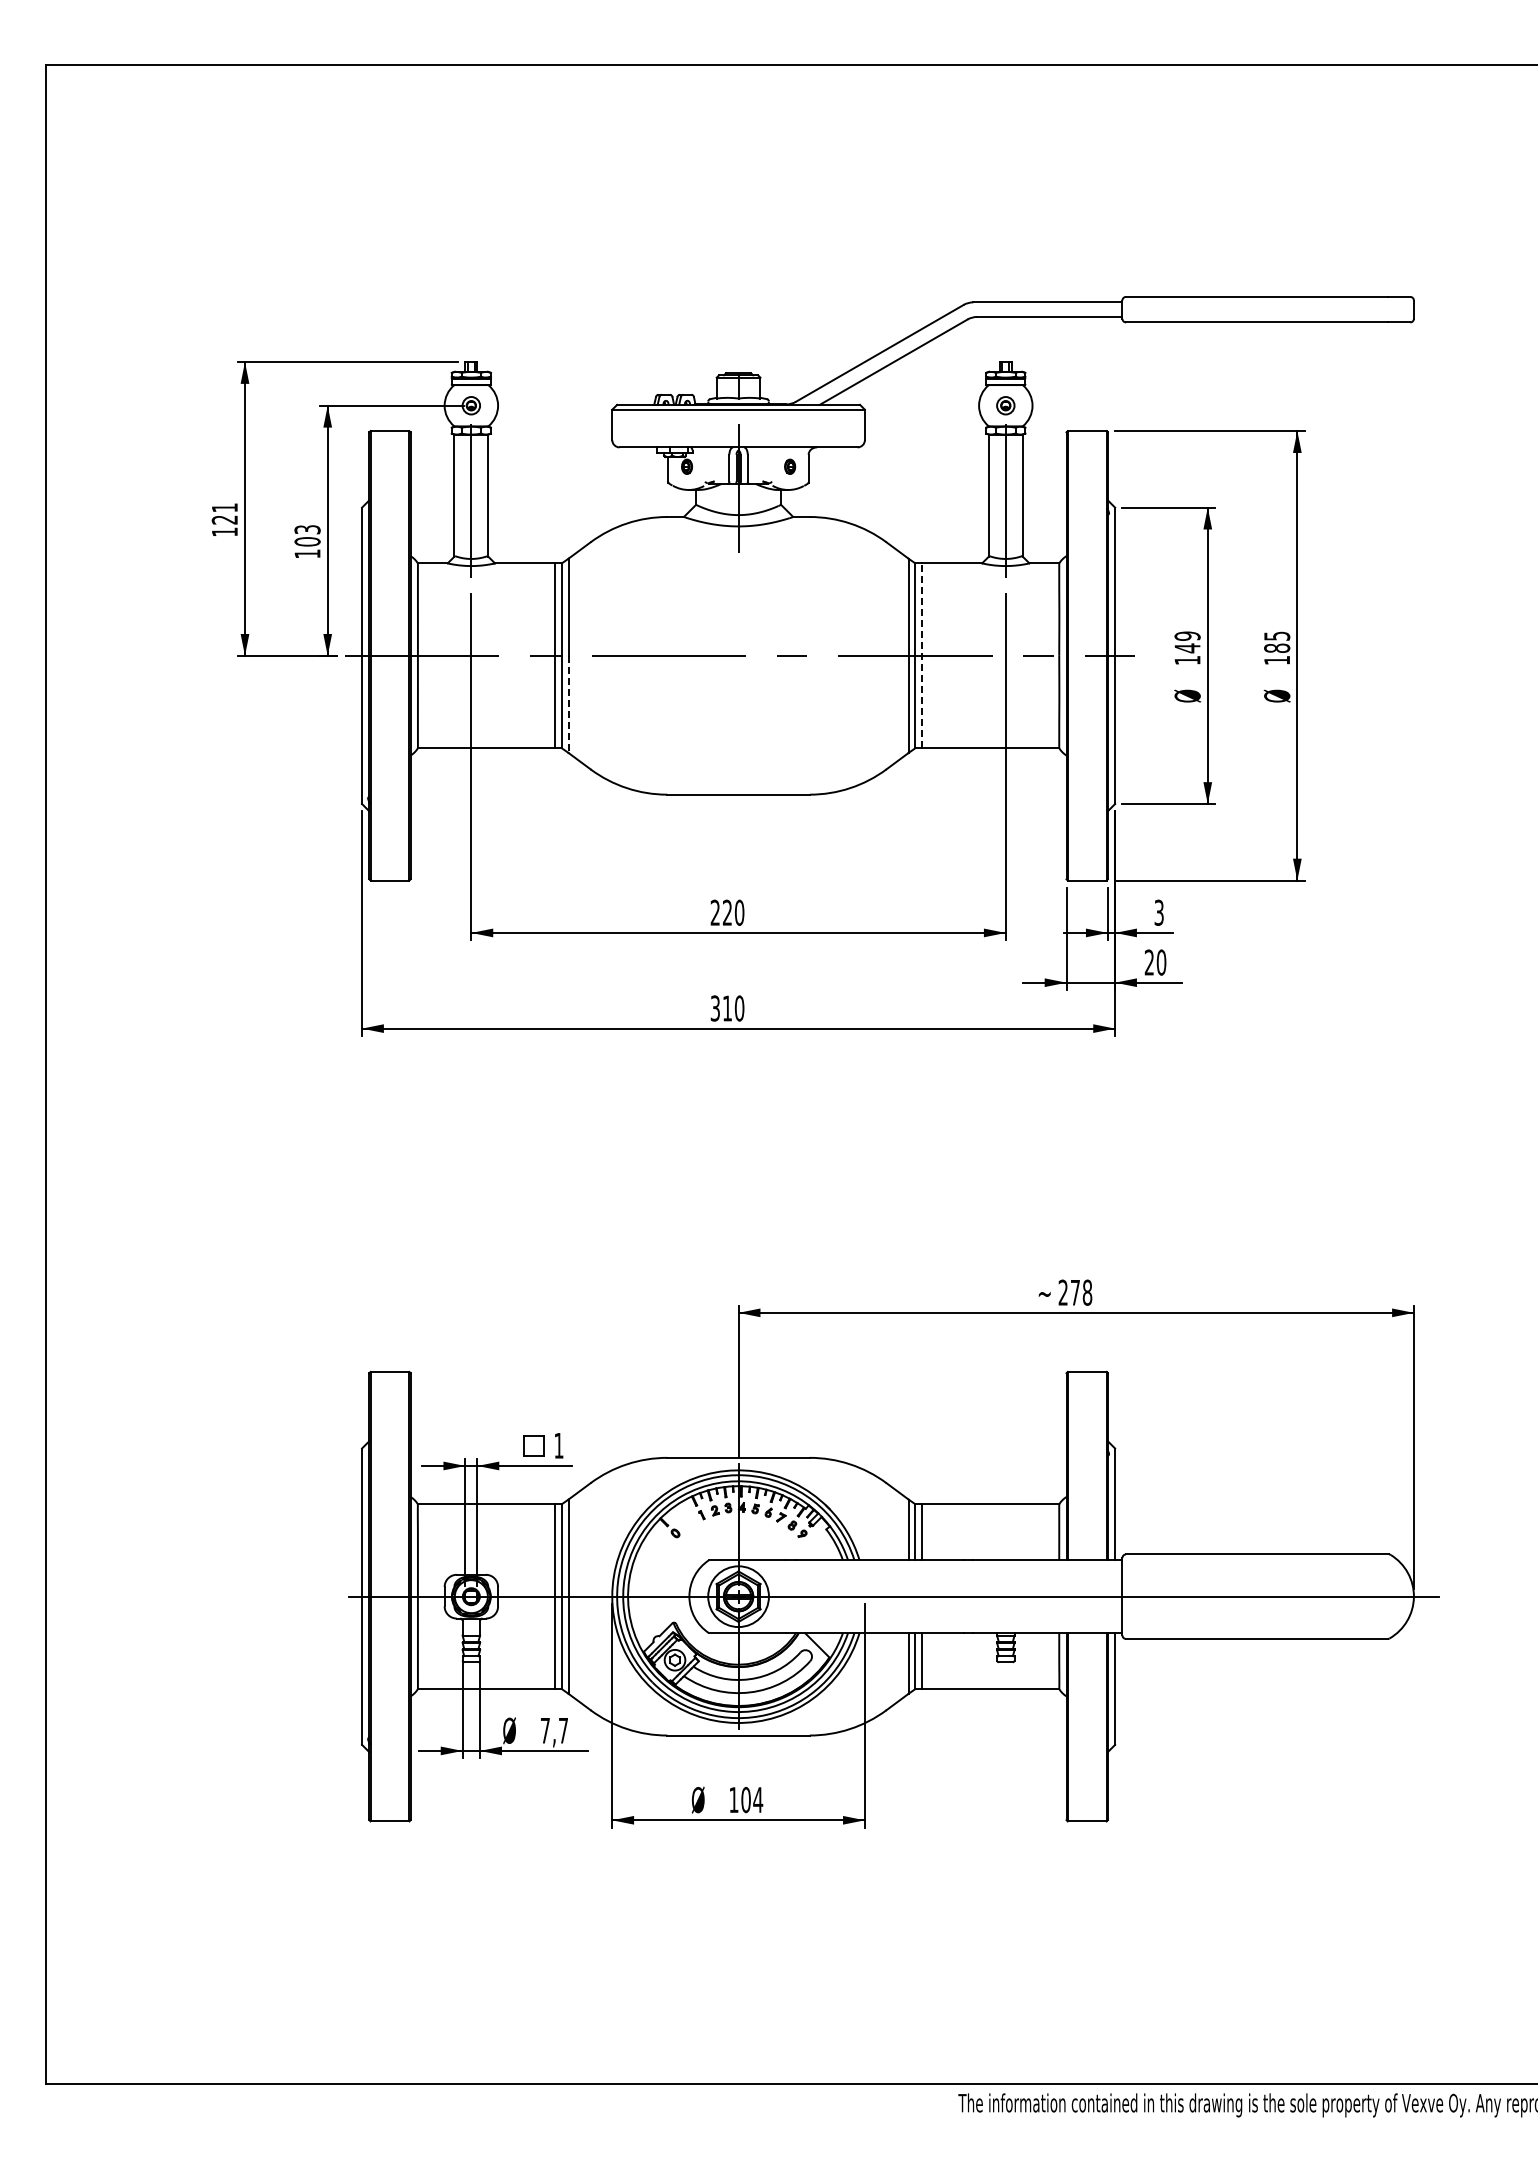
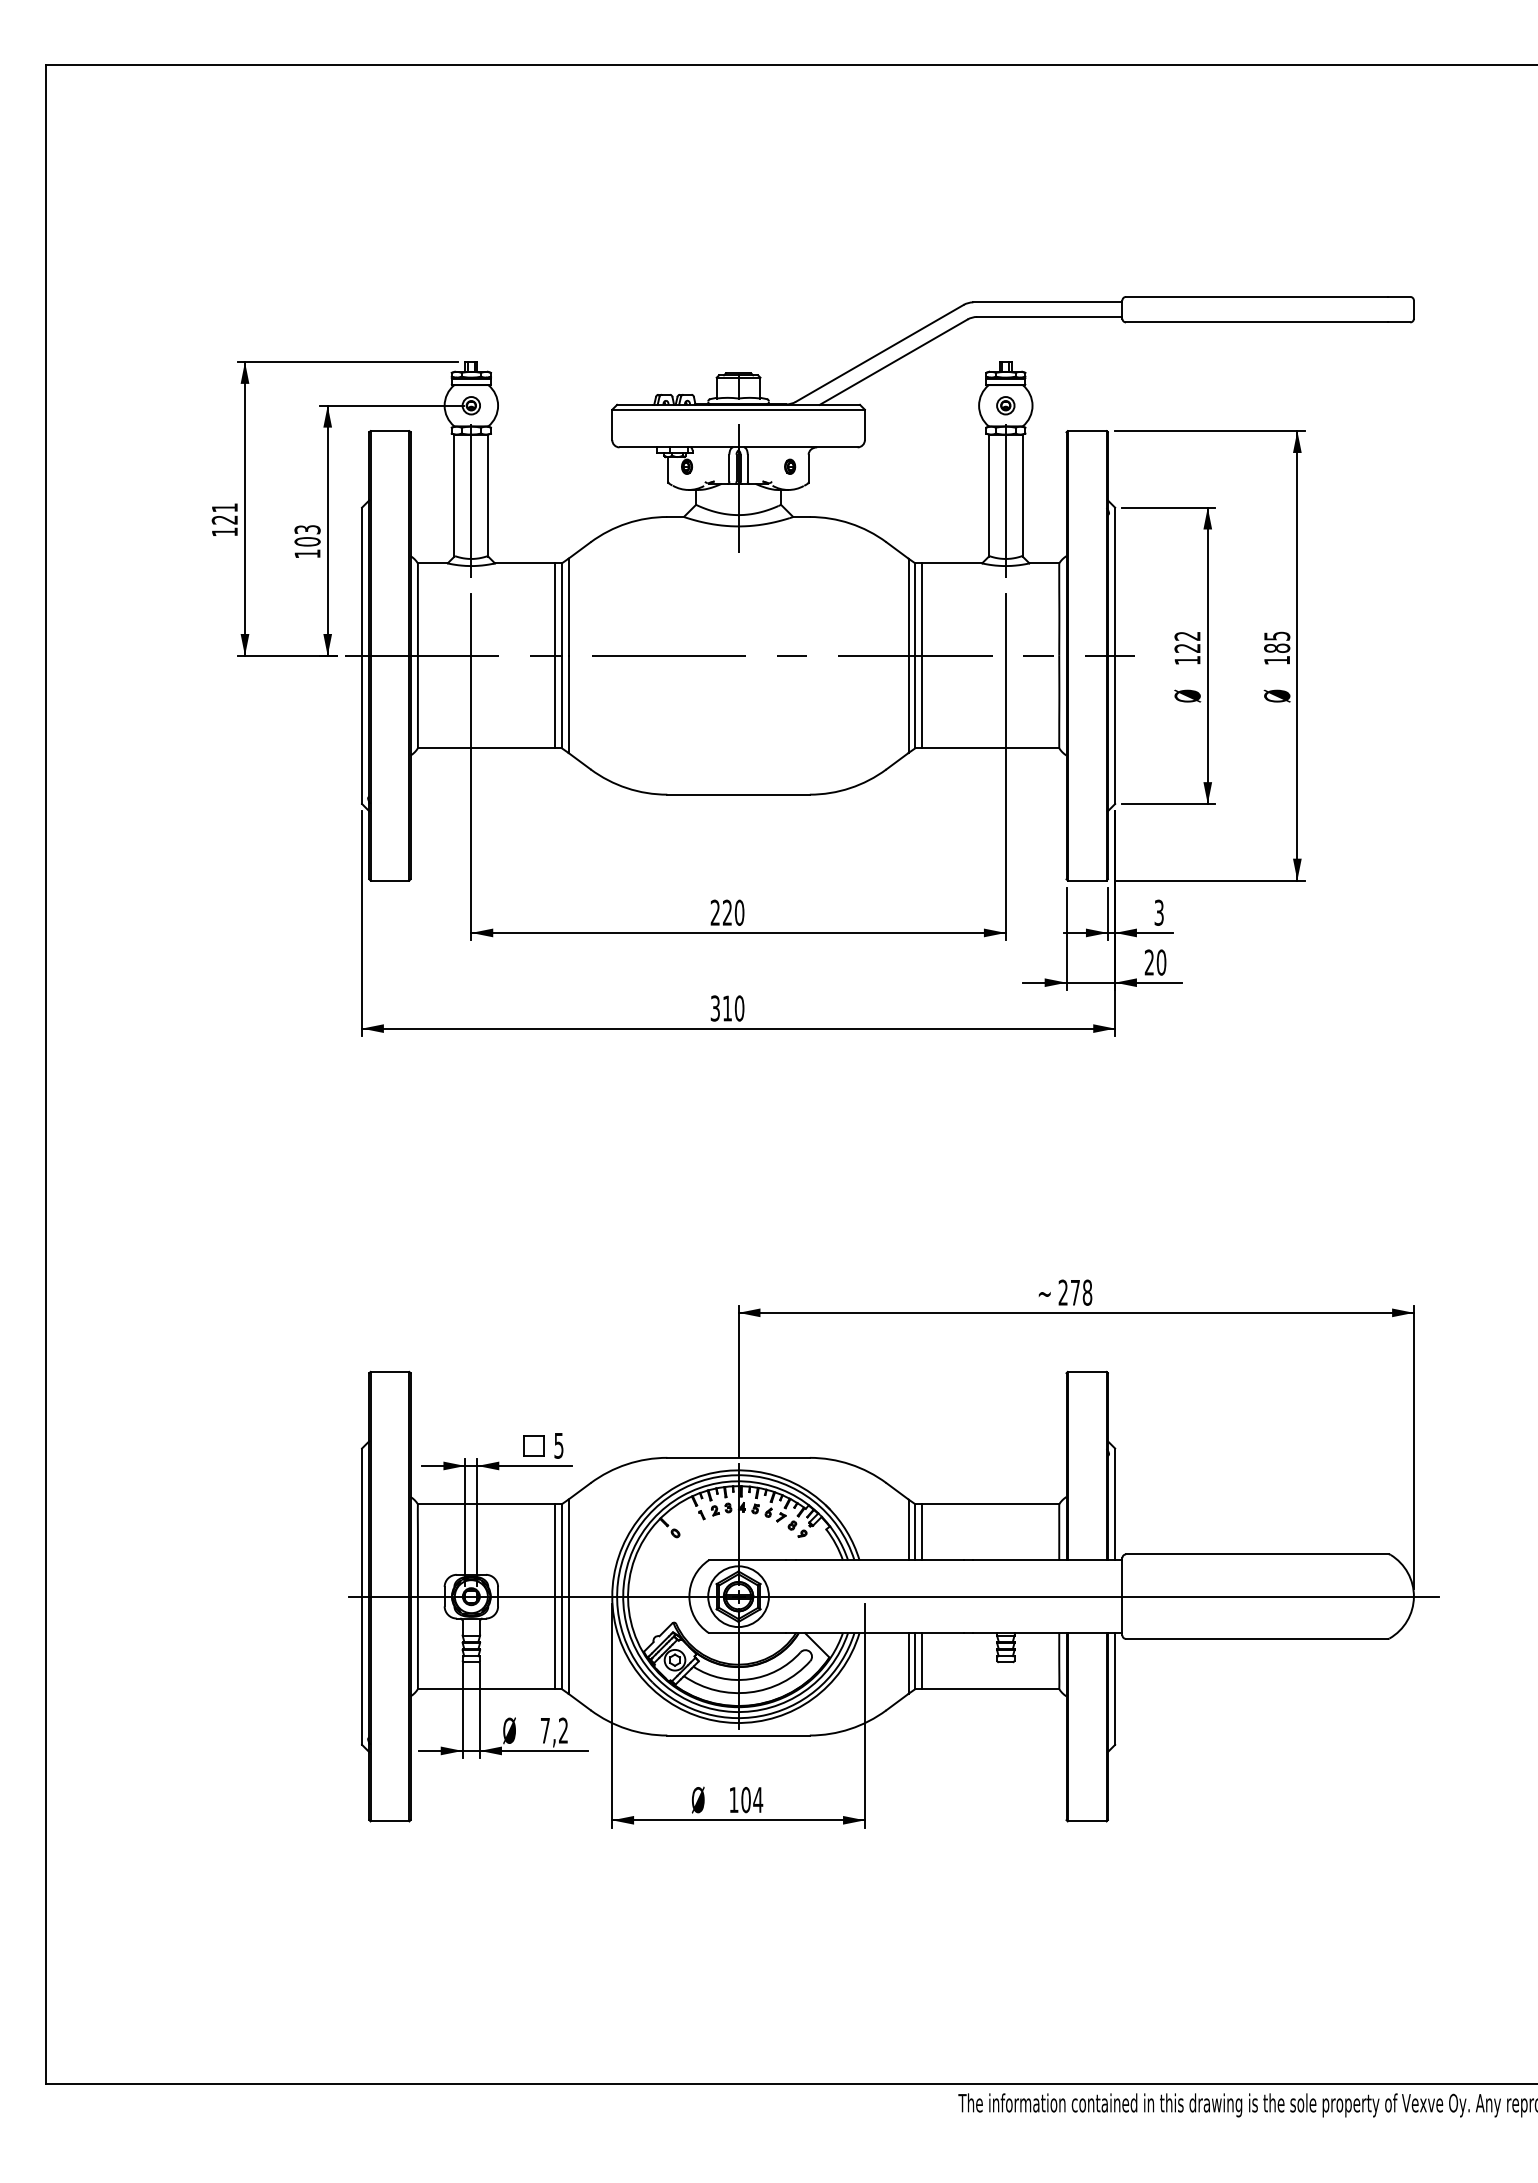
text at (1187, 642): 149 -> 122
line at (922, 655): dashed -> solid
line at (568, 704): dashed -> solid
text at (558, 1445): 1 -> 5
text at (563, 1730): 7,7 -> 7,2
